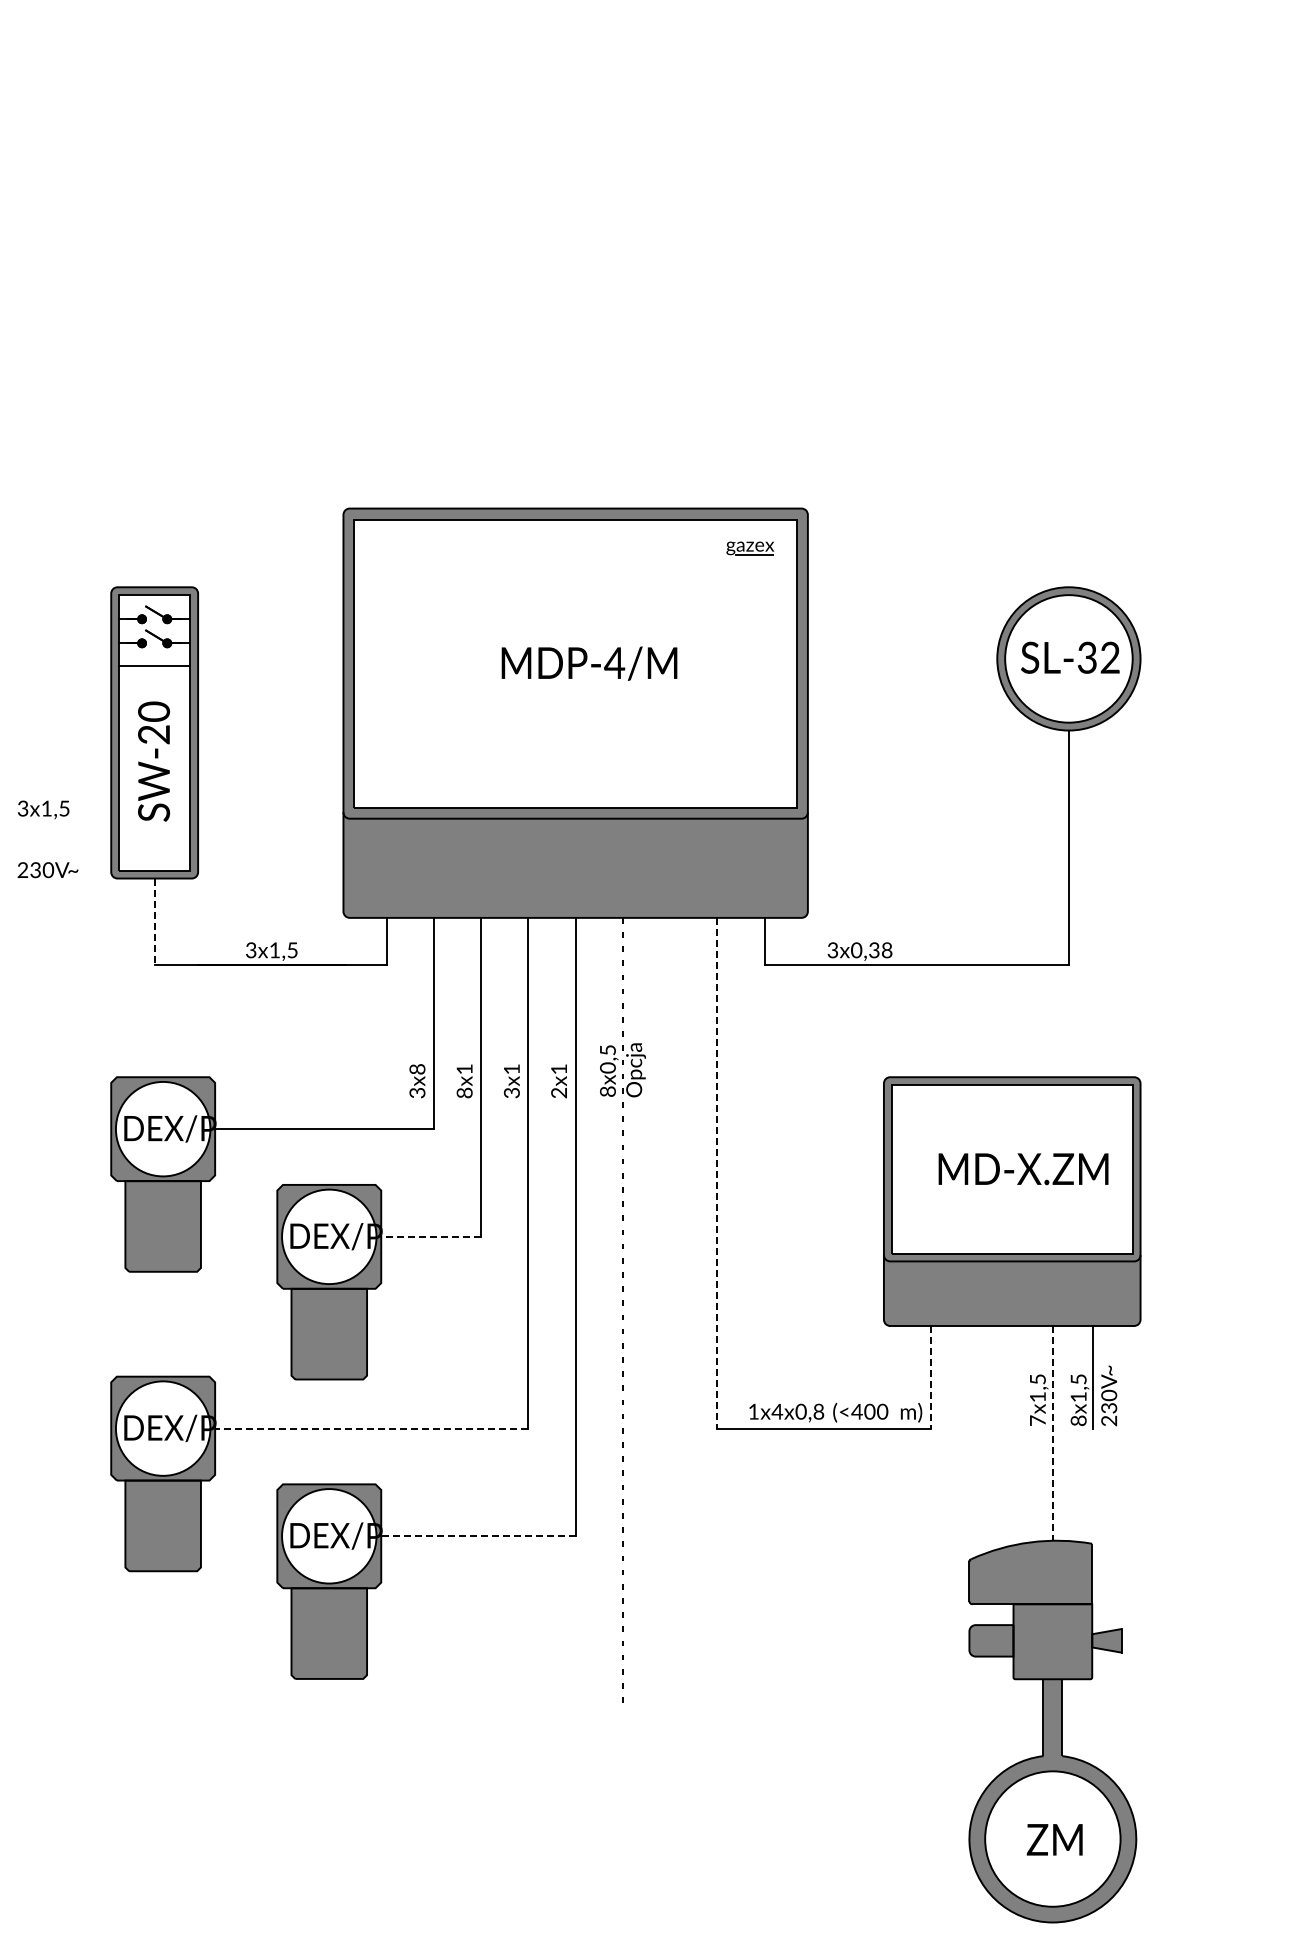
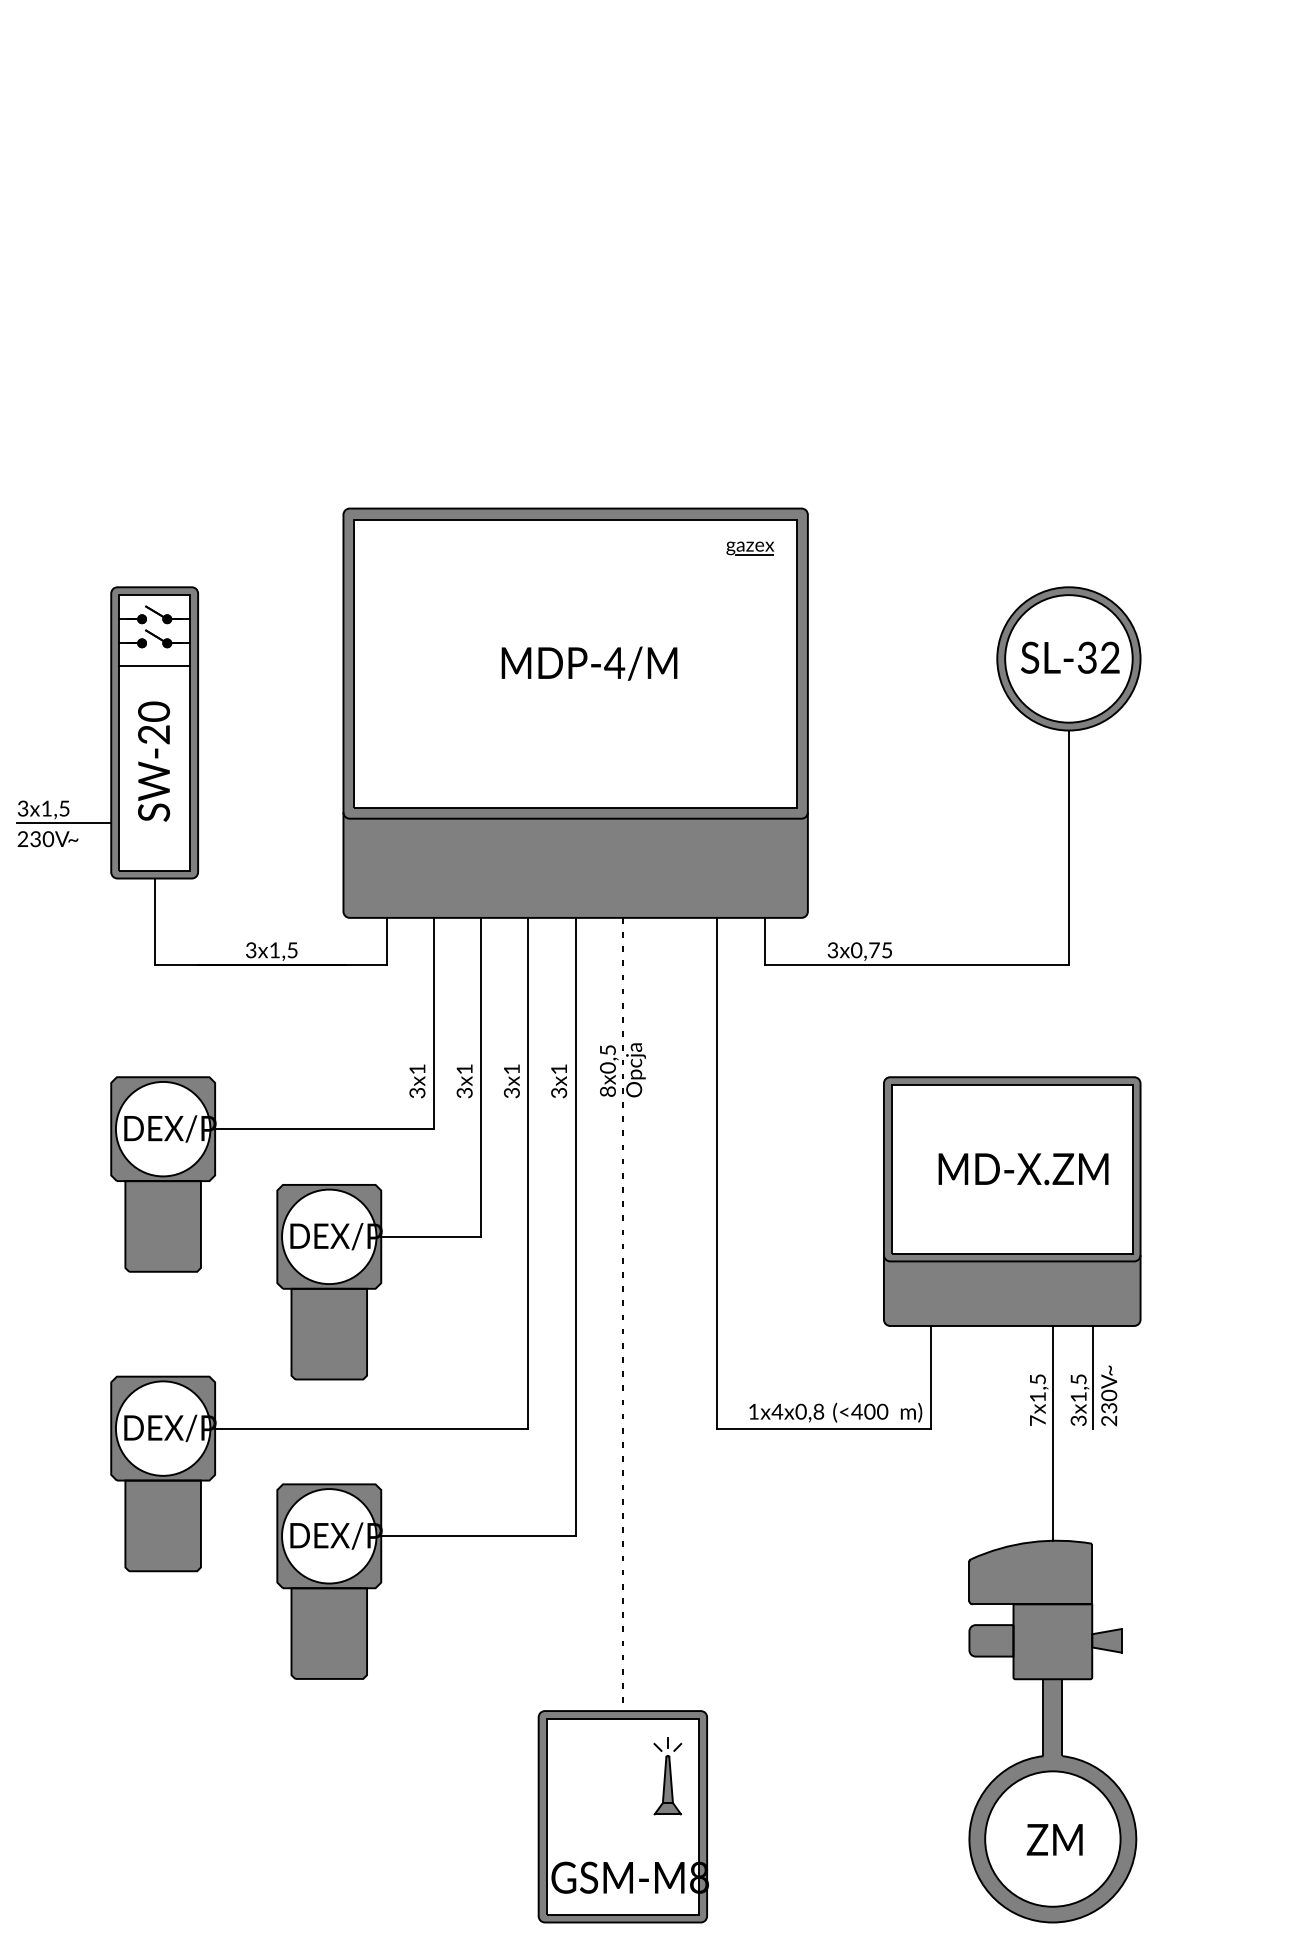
line at (63, 823): none -> present
text at (47, 870) position: (47, 870) -> (47, 839)
line at (154, 922): dashed -> solid
text at (880, 950): 3x0,38 -> 3x0,75
text at (417, 1069): 3x8 -> 3x1
text at (465, 1092): 8x1 -> 3x1
text at (561, 1092): 2x1 -> 3x1
line at (717, 1173): dashed -> solid
line at (431, 1236): dashed -> solid
line at (930, 1377): dashed -> solid
text at (1078, 1420): 8x1,5 -> 3x1,5
line at (371, 1428): dashed -> solid
line at (1052, 1433): dashed -> solid
line at (477, 1536): dashed -> solid
part at (622, 1816): none -> present
